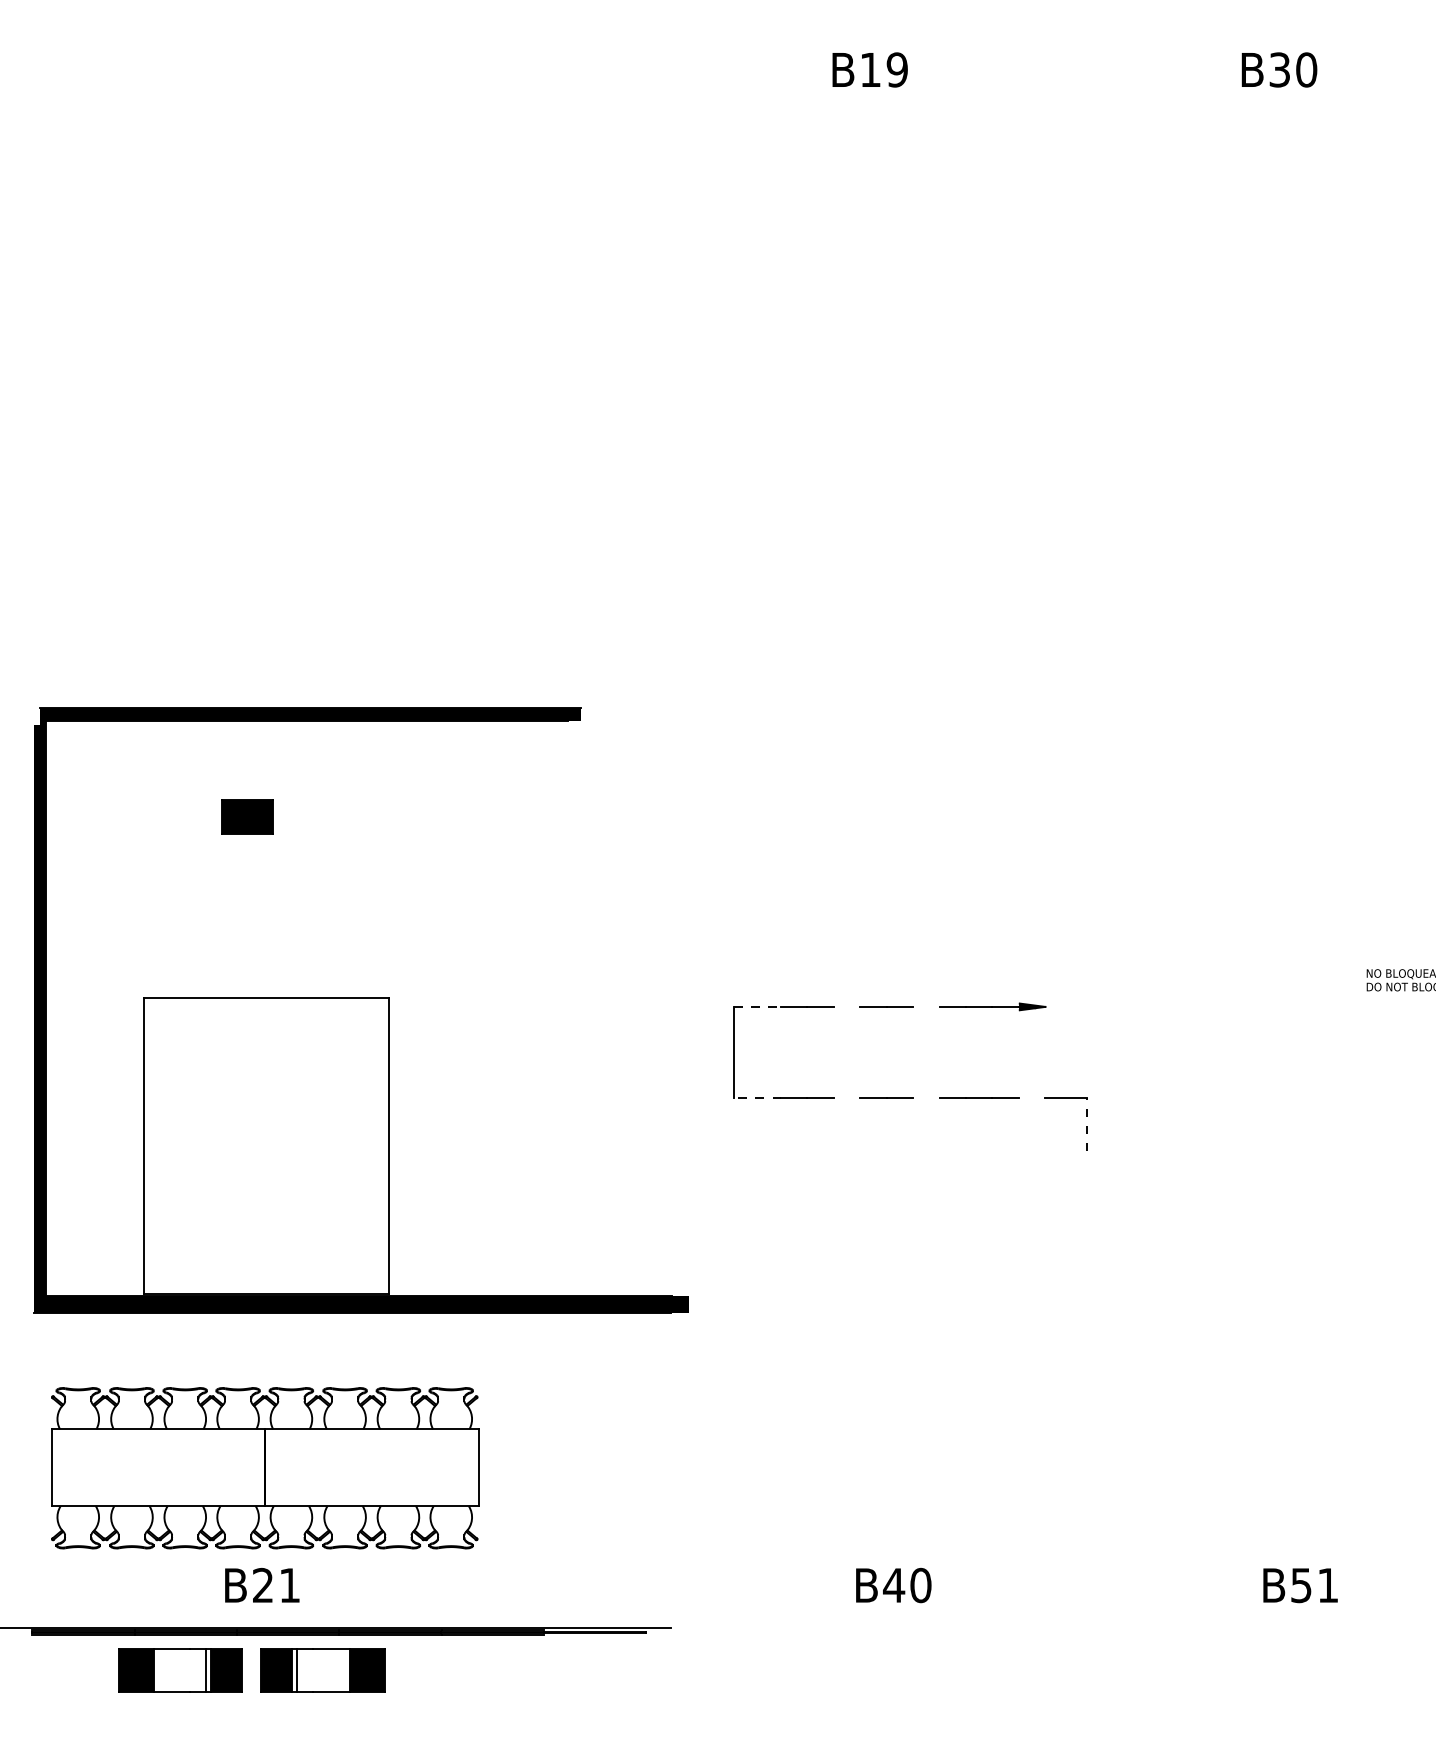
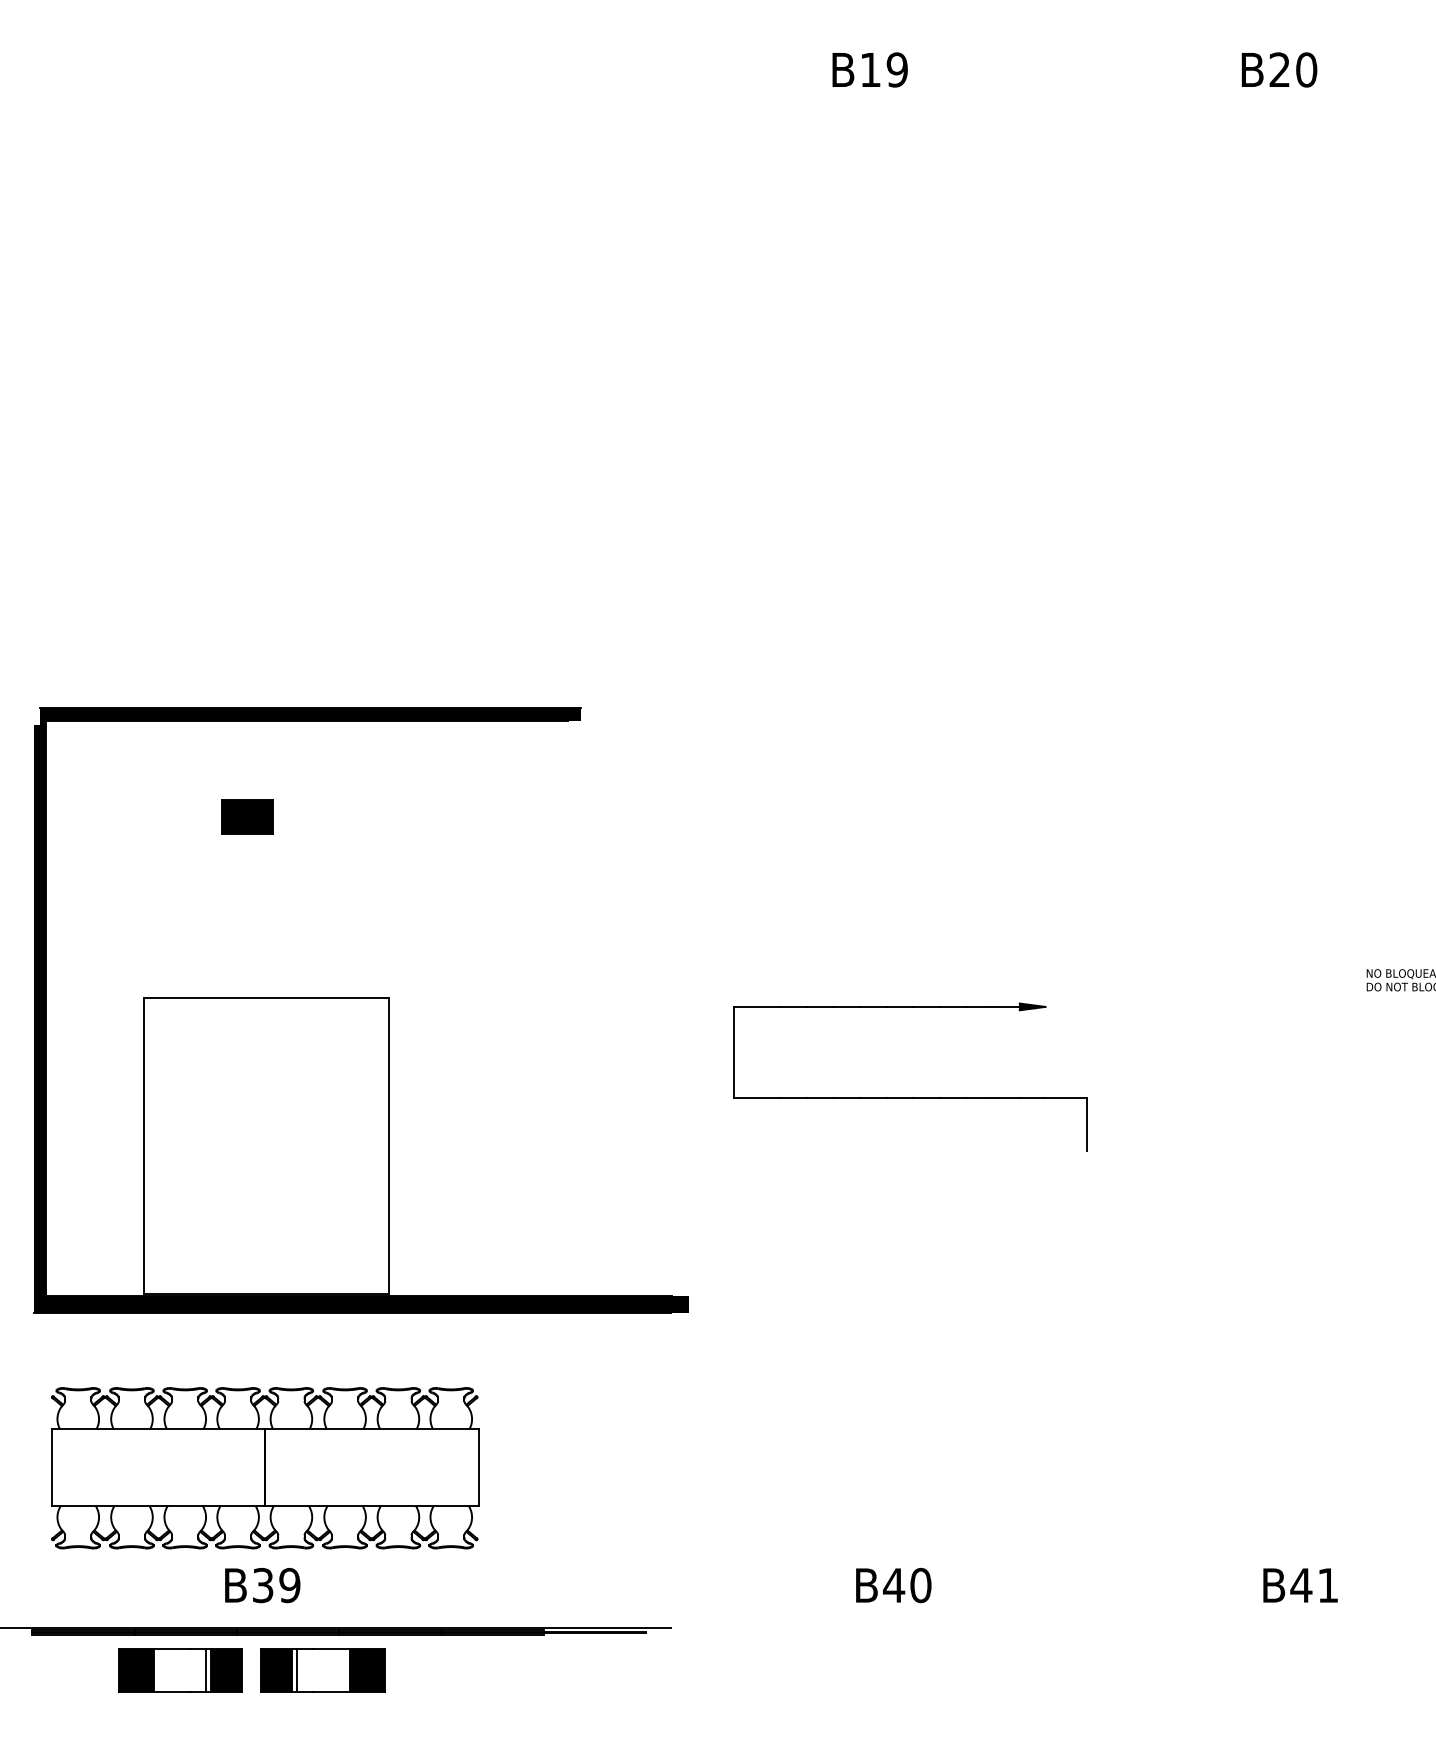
text at (1279, 69): B30 -> B20
line at (758, 1006): dashed -> solid
line at (846, 1006): none -> present
line at (926, 1006): none -> present
line at (757, 1097): dashed -> solid
line at (846, 1097): none -> present
line at (926, 1097): none -> present
line at (1031, 1097): none -> present
line at (1087, 1124): dashed -> solid
text at (276, 1585): B21 -> B39
text at (1301, 1585): B51 -> B41
